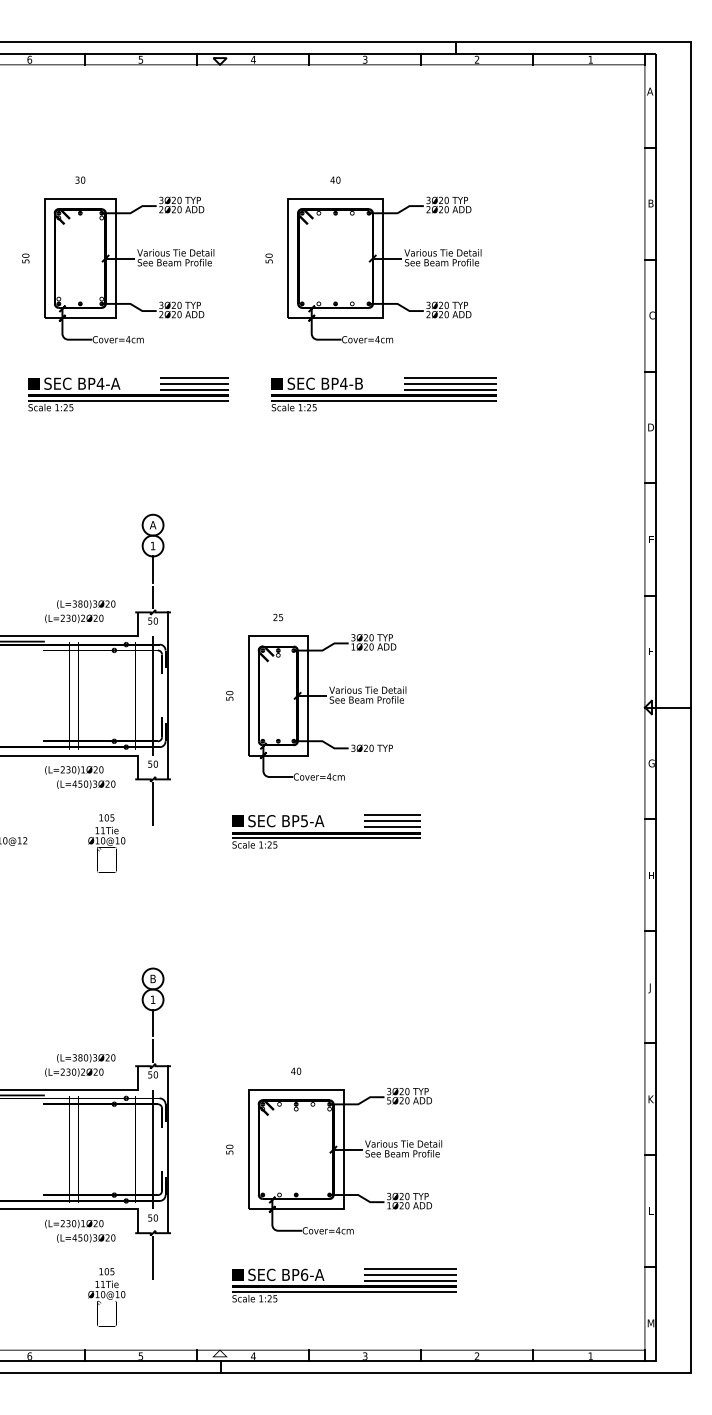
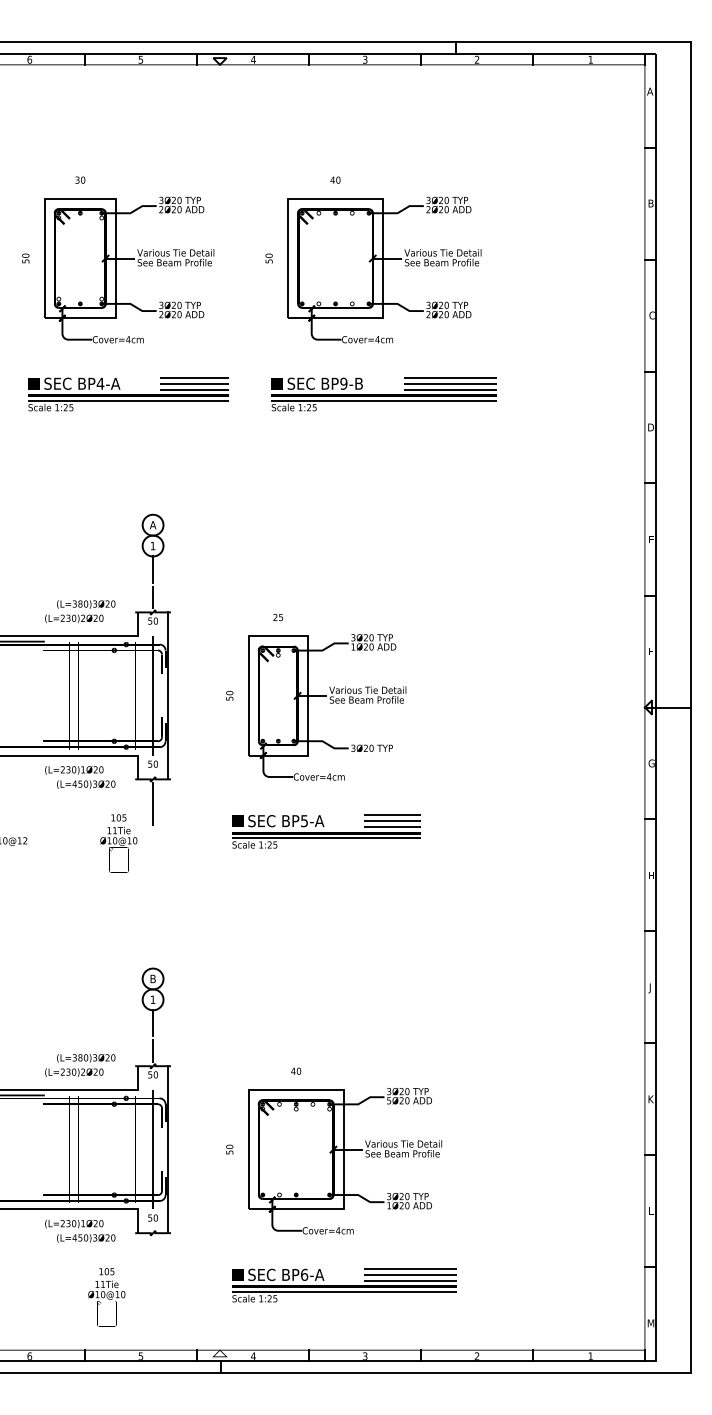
text at (343, 383): BP4-B -> BP9-B
text at (106, 843) position: (106, 843) -> (118, 843)
line at (153, 1258): present -> none
